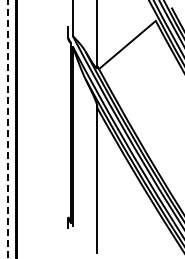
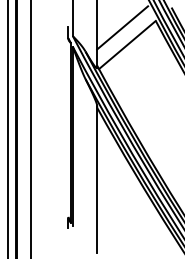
line at (122, 27): none -> present
line at (30, 128): none -> present
line at (8, 129): dashed -> solid
